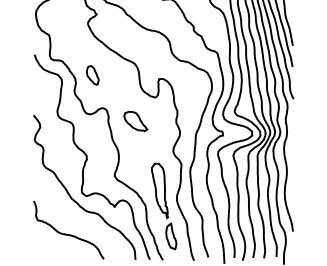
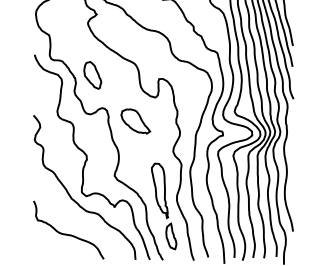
part at (92, 75) size: 14x21 px -> 20x29 px
part at (135, 121) size: 26x23 px -> 32x27 px
